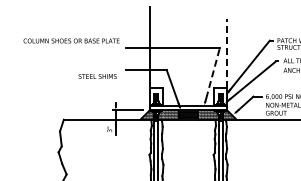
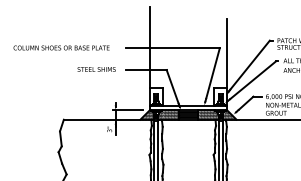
text at (71, 40) position: (71, 40) -> (61, 47)
line at (226, 53): dashed -> solid
line at (213, 72): dashed -> solid
text at (97, 76) position: (97, 76) -> (96, 69)
